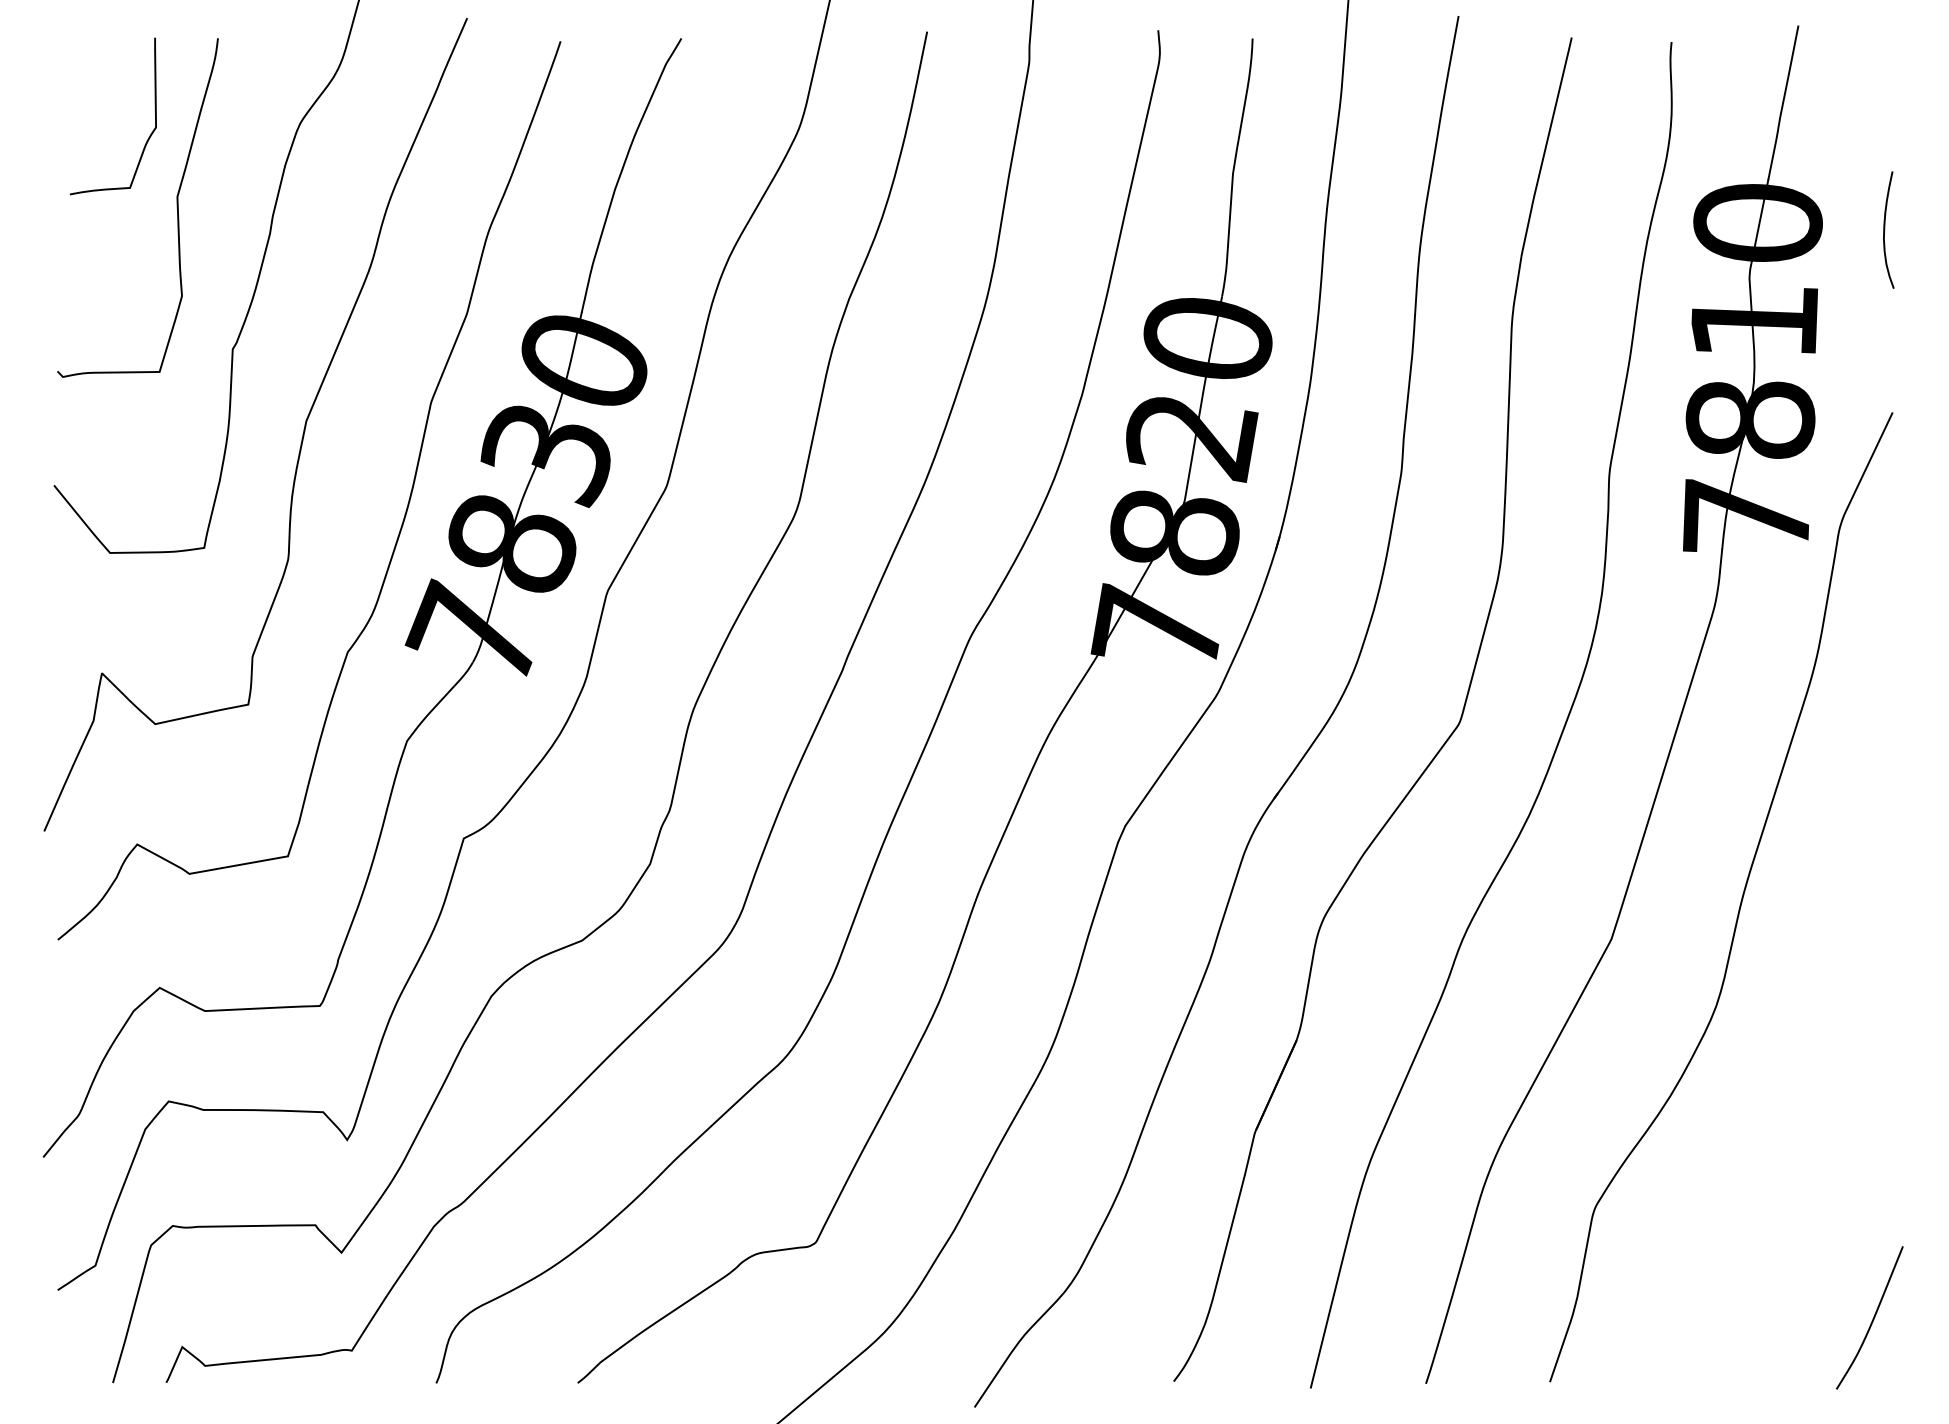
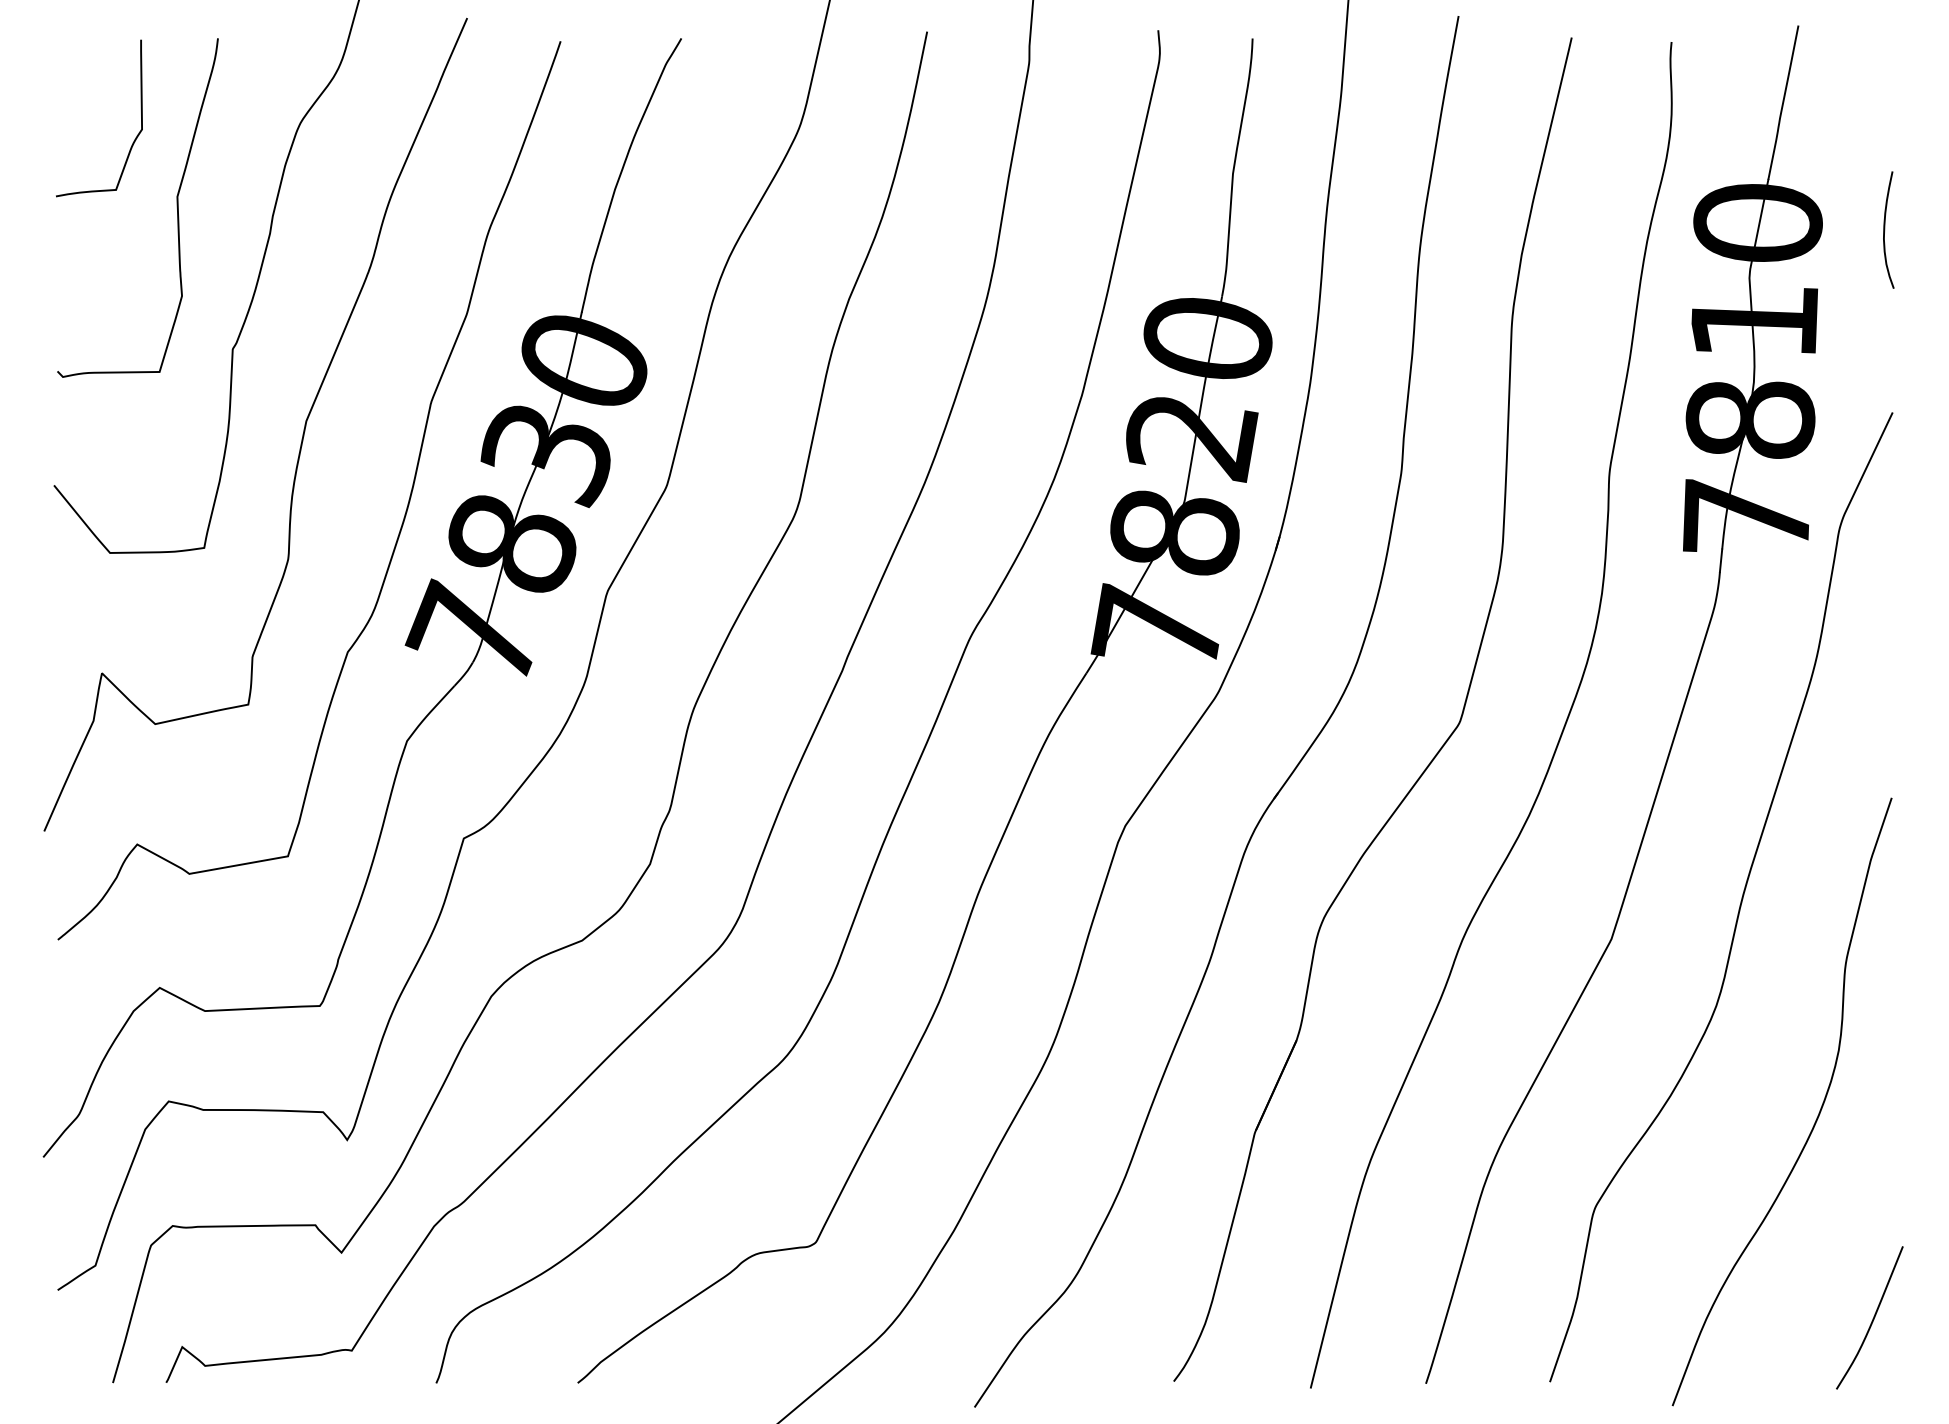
curve at (149, 135) position: (149, 135) -> (135, 137)
curve at (1816, 1117): none -> present
